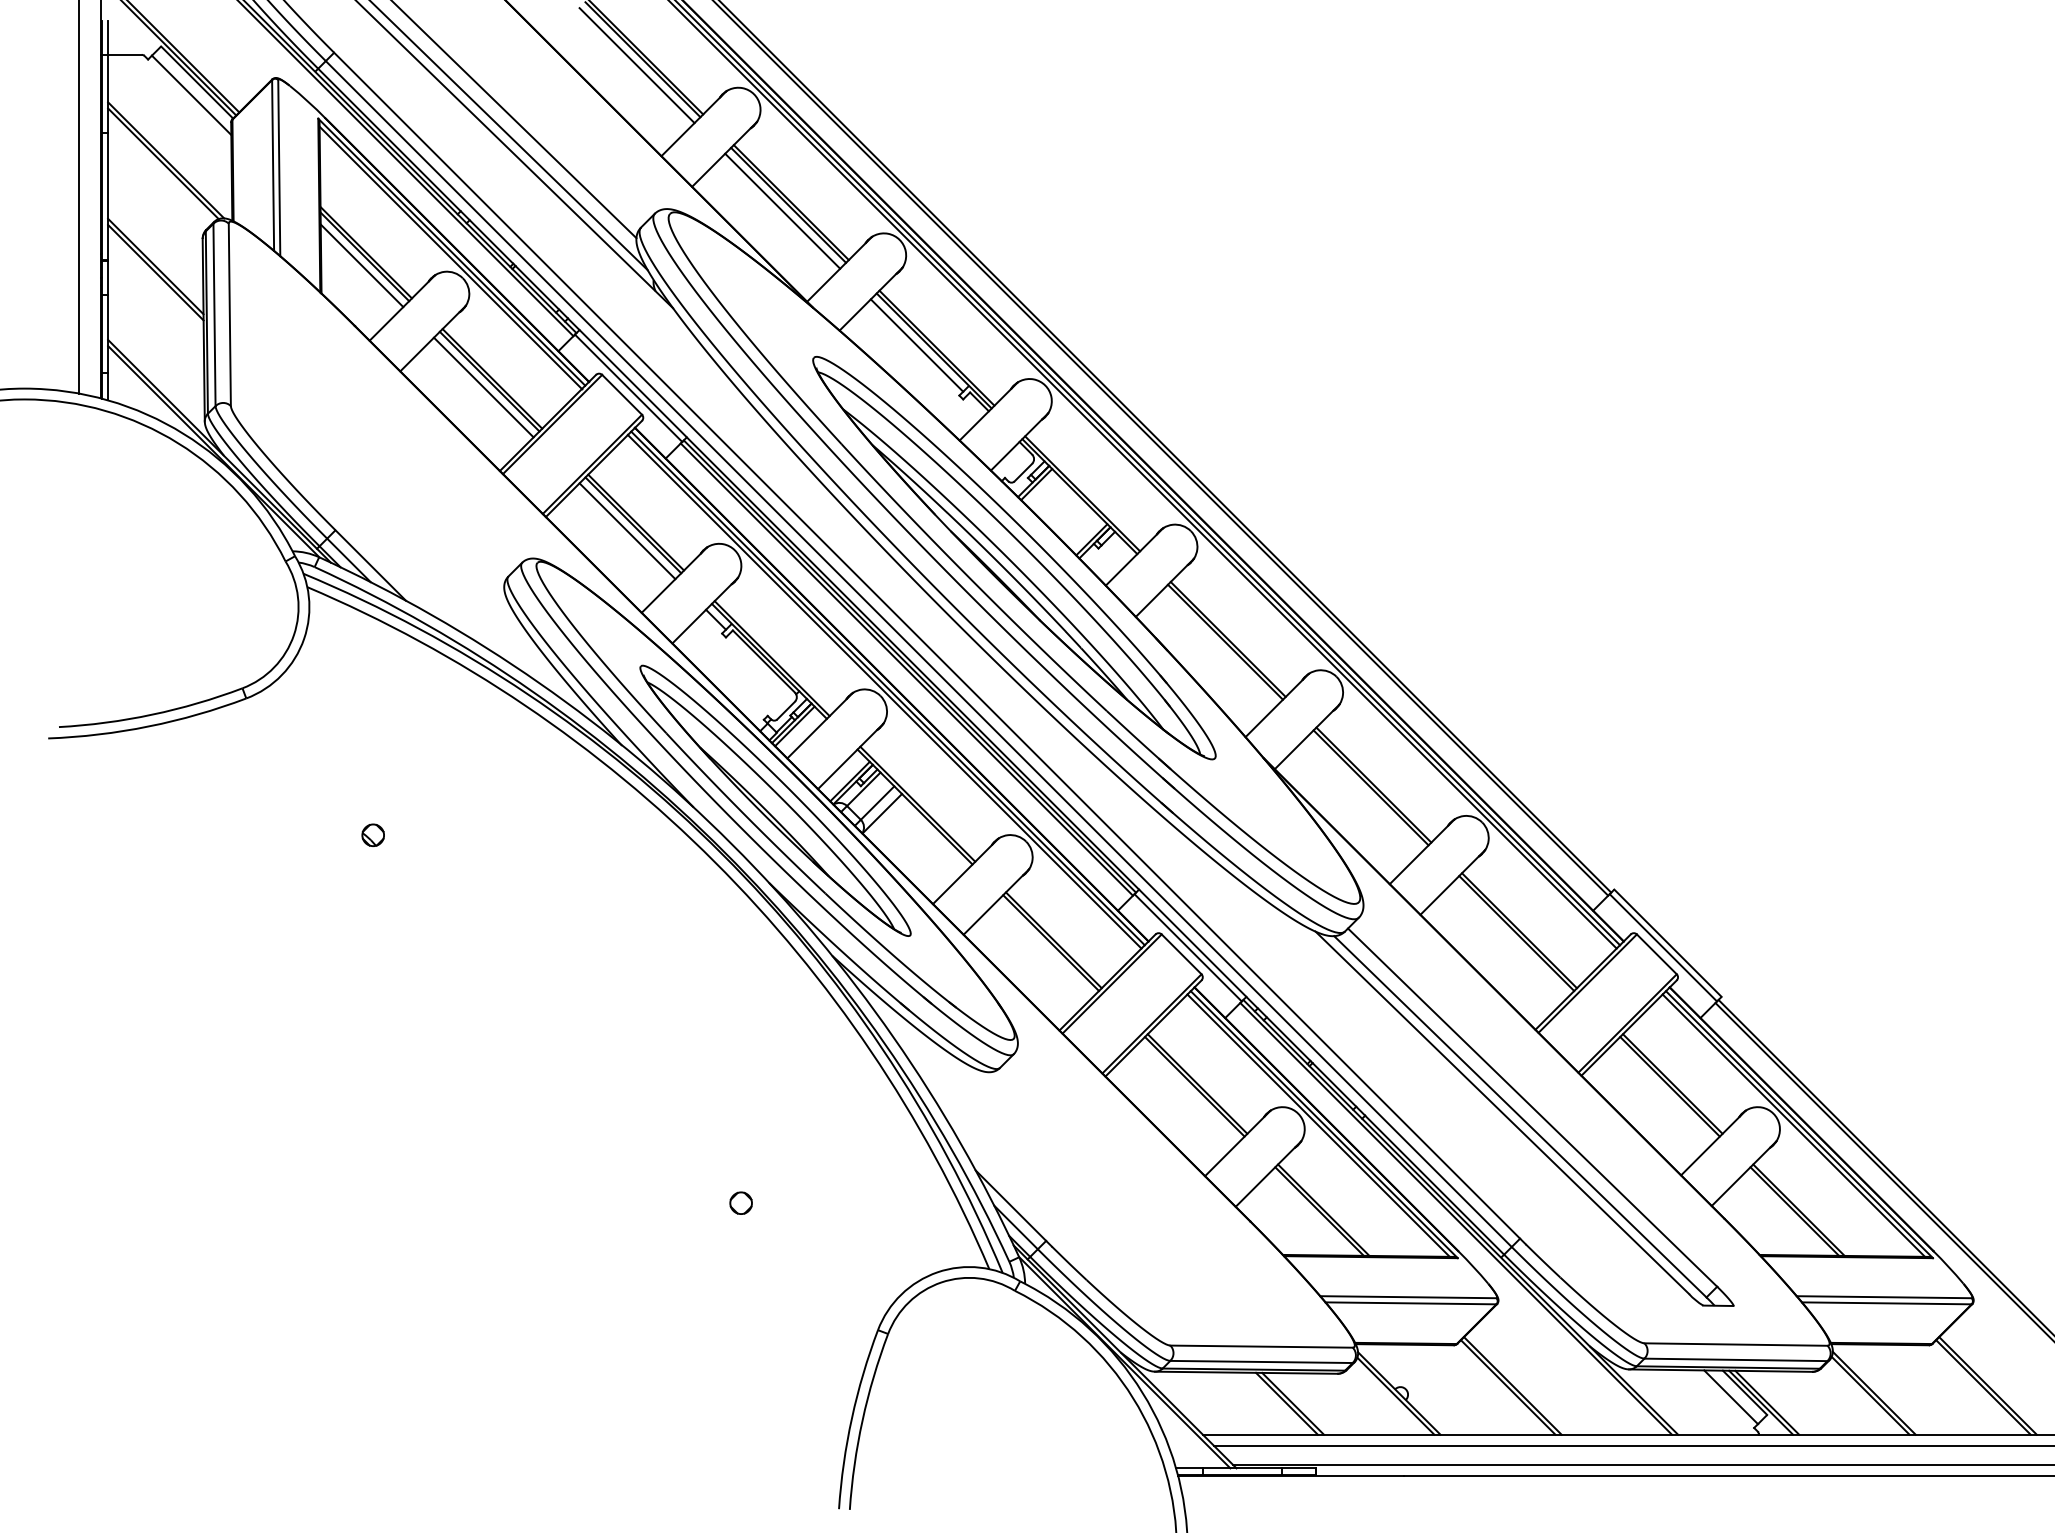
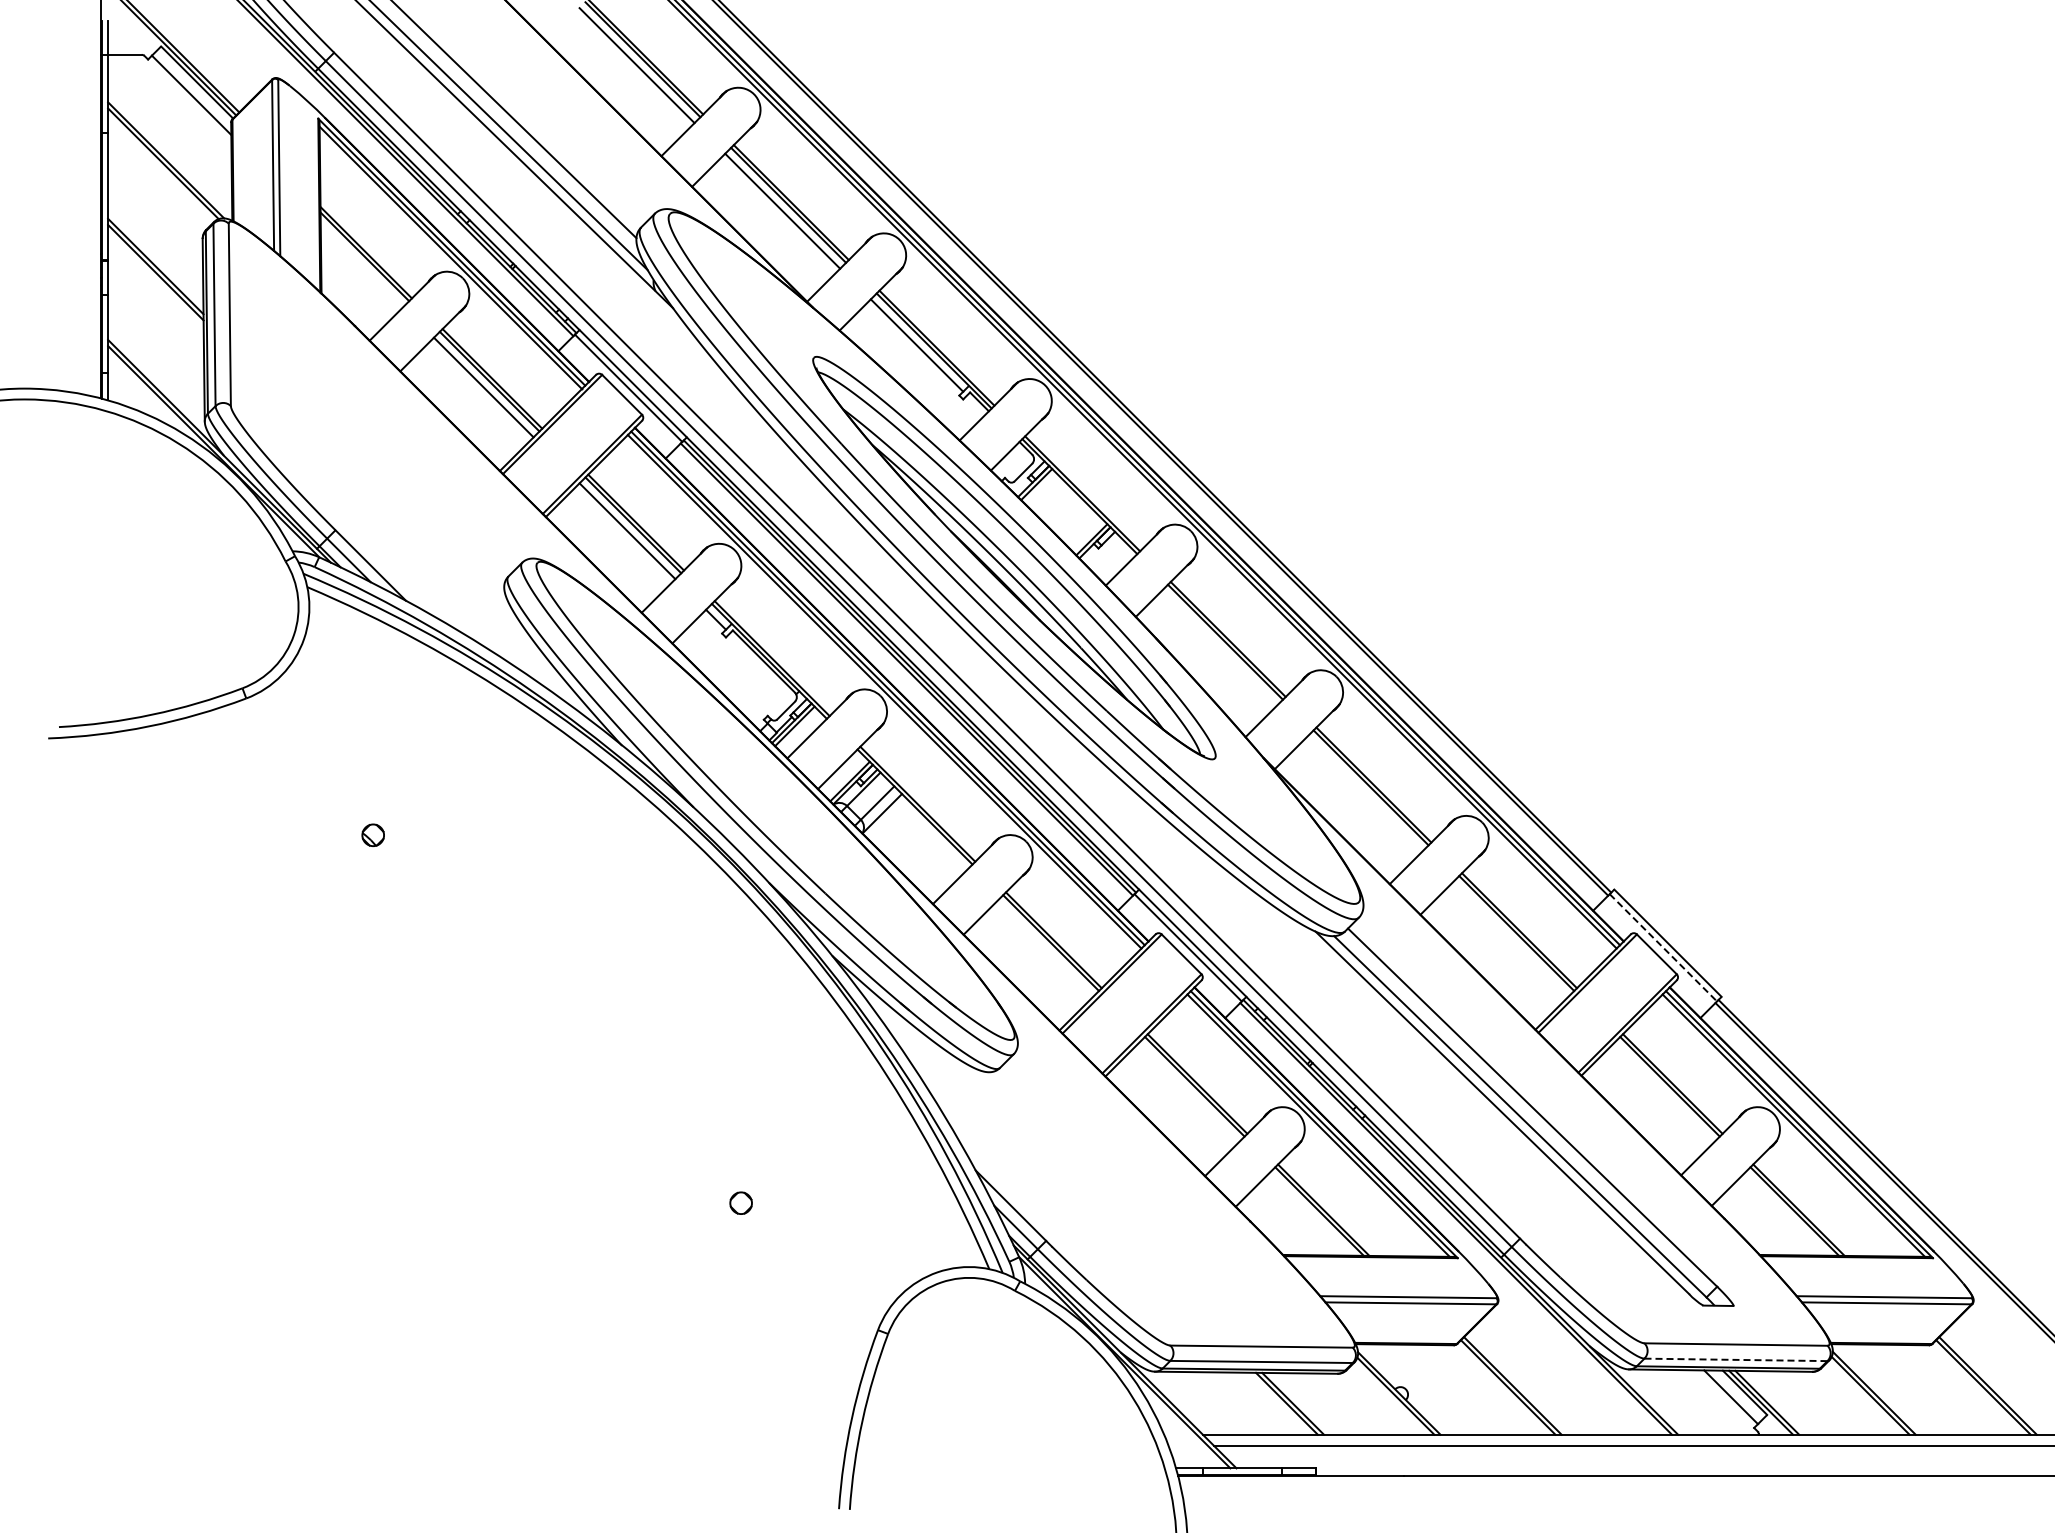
line at (78, 197): present -> none
line at (361, 265): present -> none
part at (775, 800): present -> none
line at (1663, 947): solid -> dashed
line at (1735, 1359): solid -> dashed
line at (1642, 1465): present -> none
